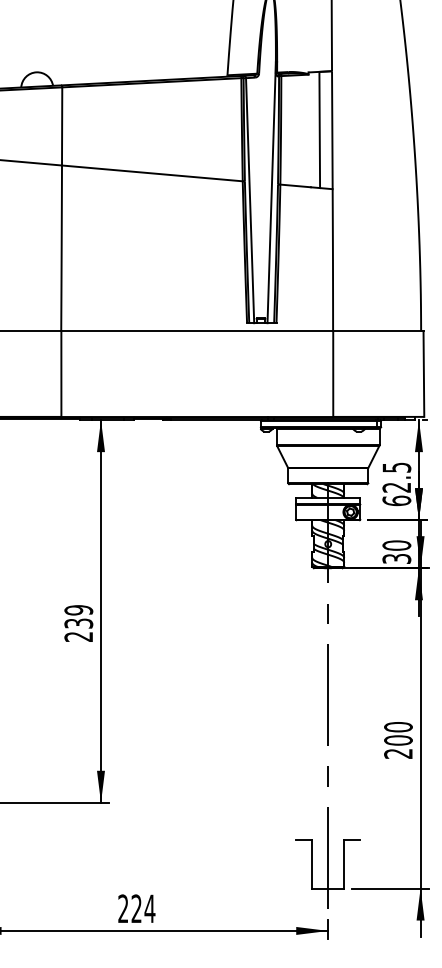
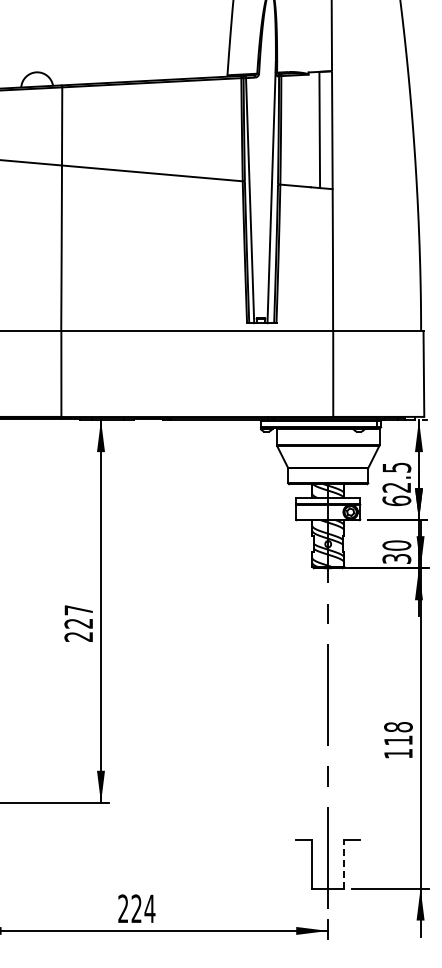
text at (78, 616): 239 -> 227
text at (398, 740): 200 -> 118
line at (344, 864): solid -> dashed
